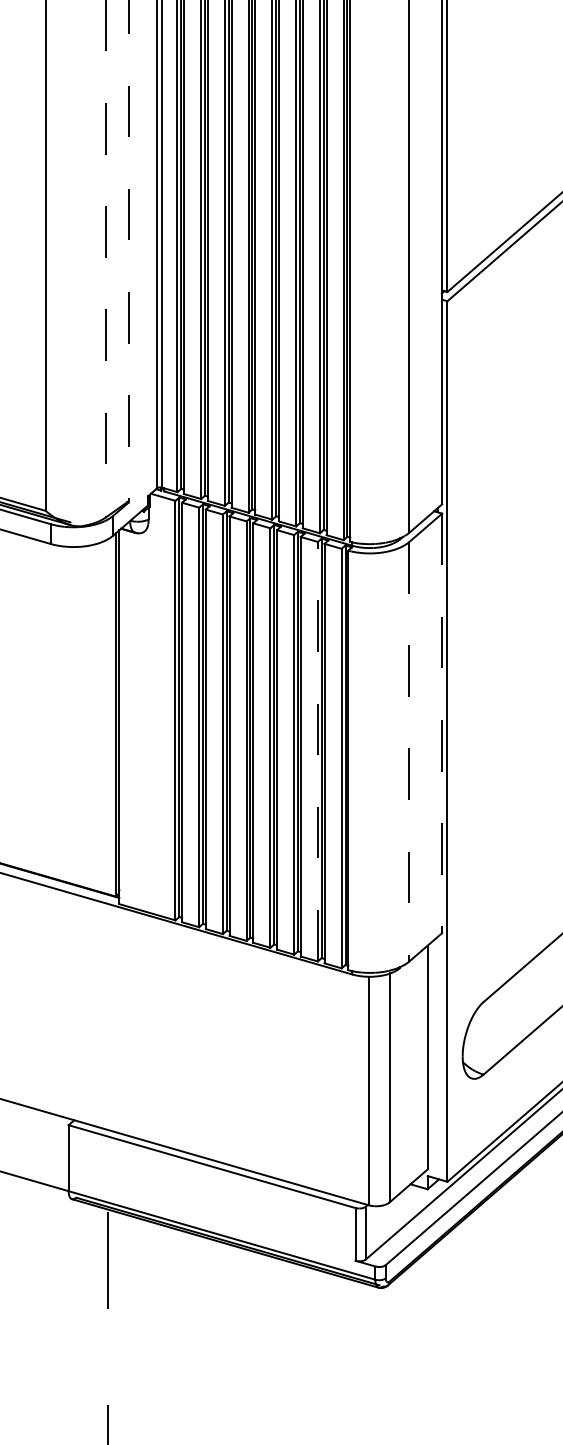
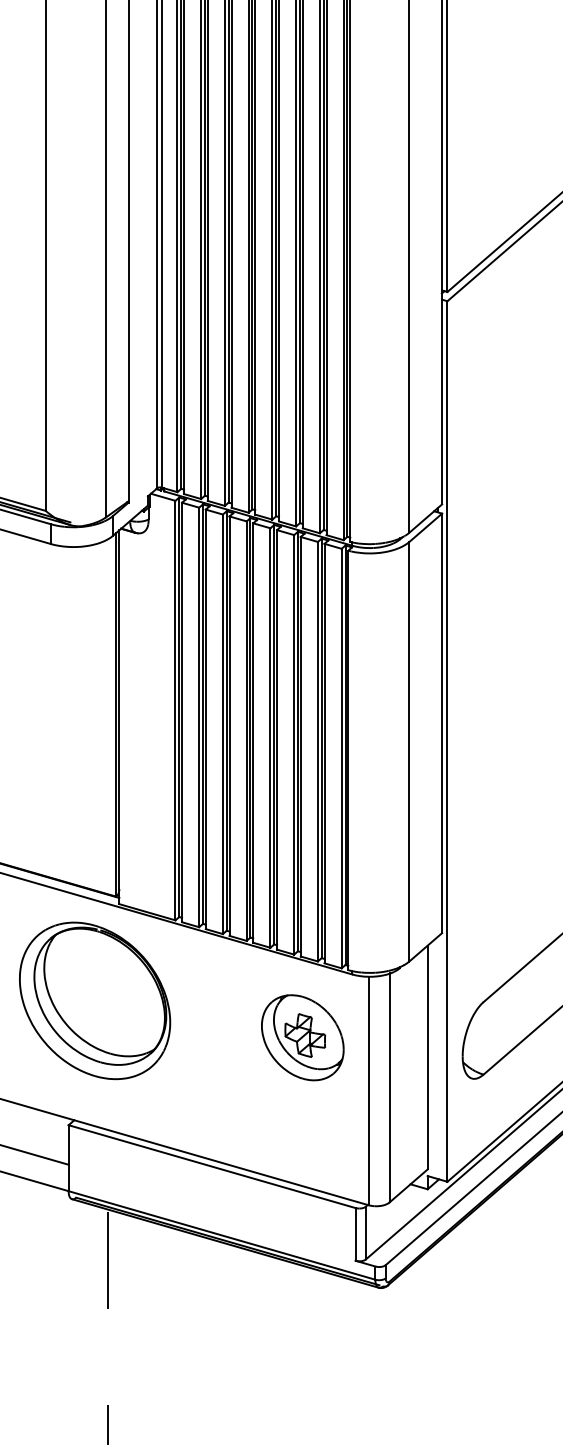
line at (128, 251): dashed -> solid
line at (106, 259): dashed -> solid
line at (442, 723): dashed -> solid
line at (317, 751): dashed -> solid
line at (409, 751): dashed -> solid
part at (95, 1000): none -> present
part at (302, 1037): none -> present
line at (35, 1154): none -> present
